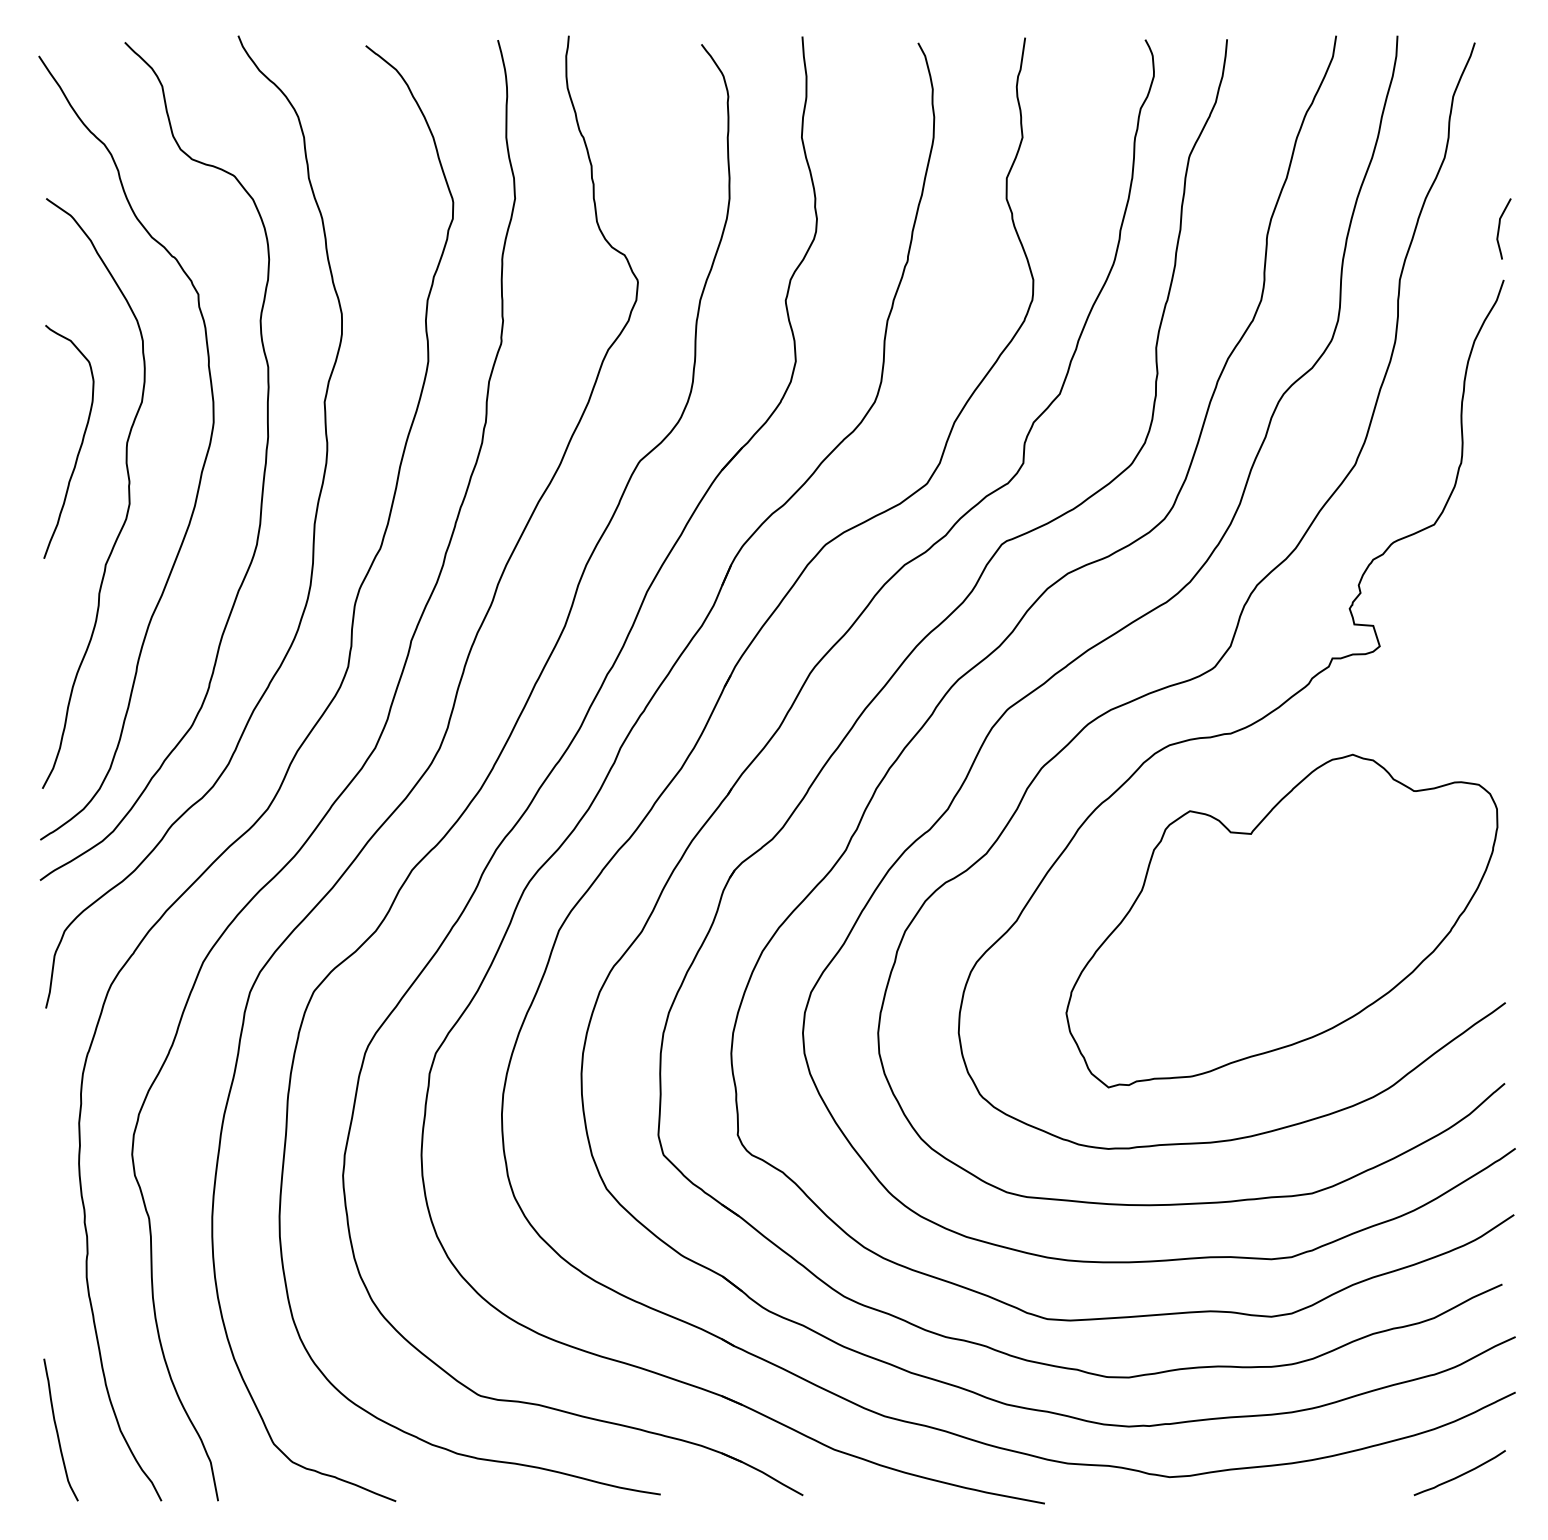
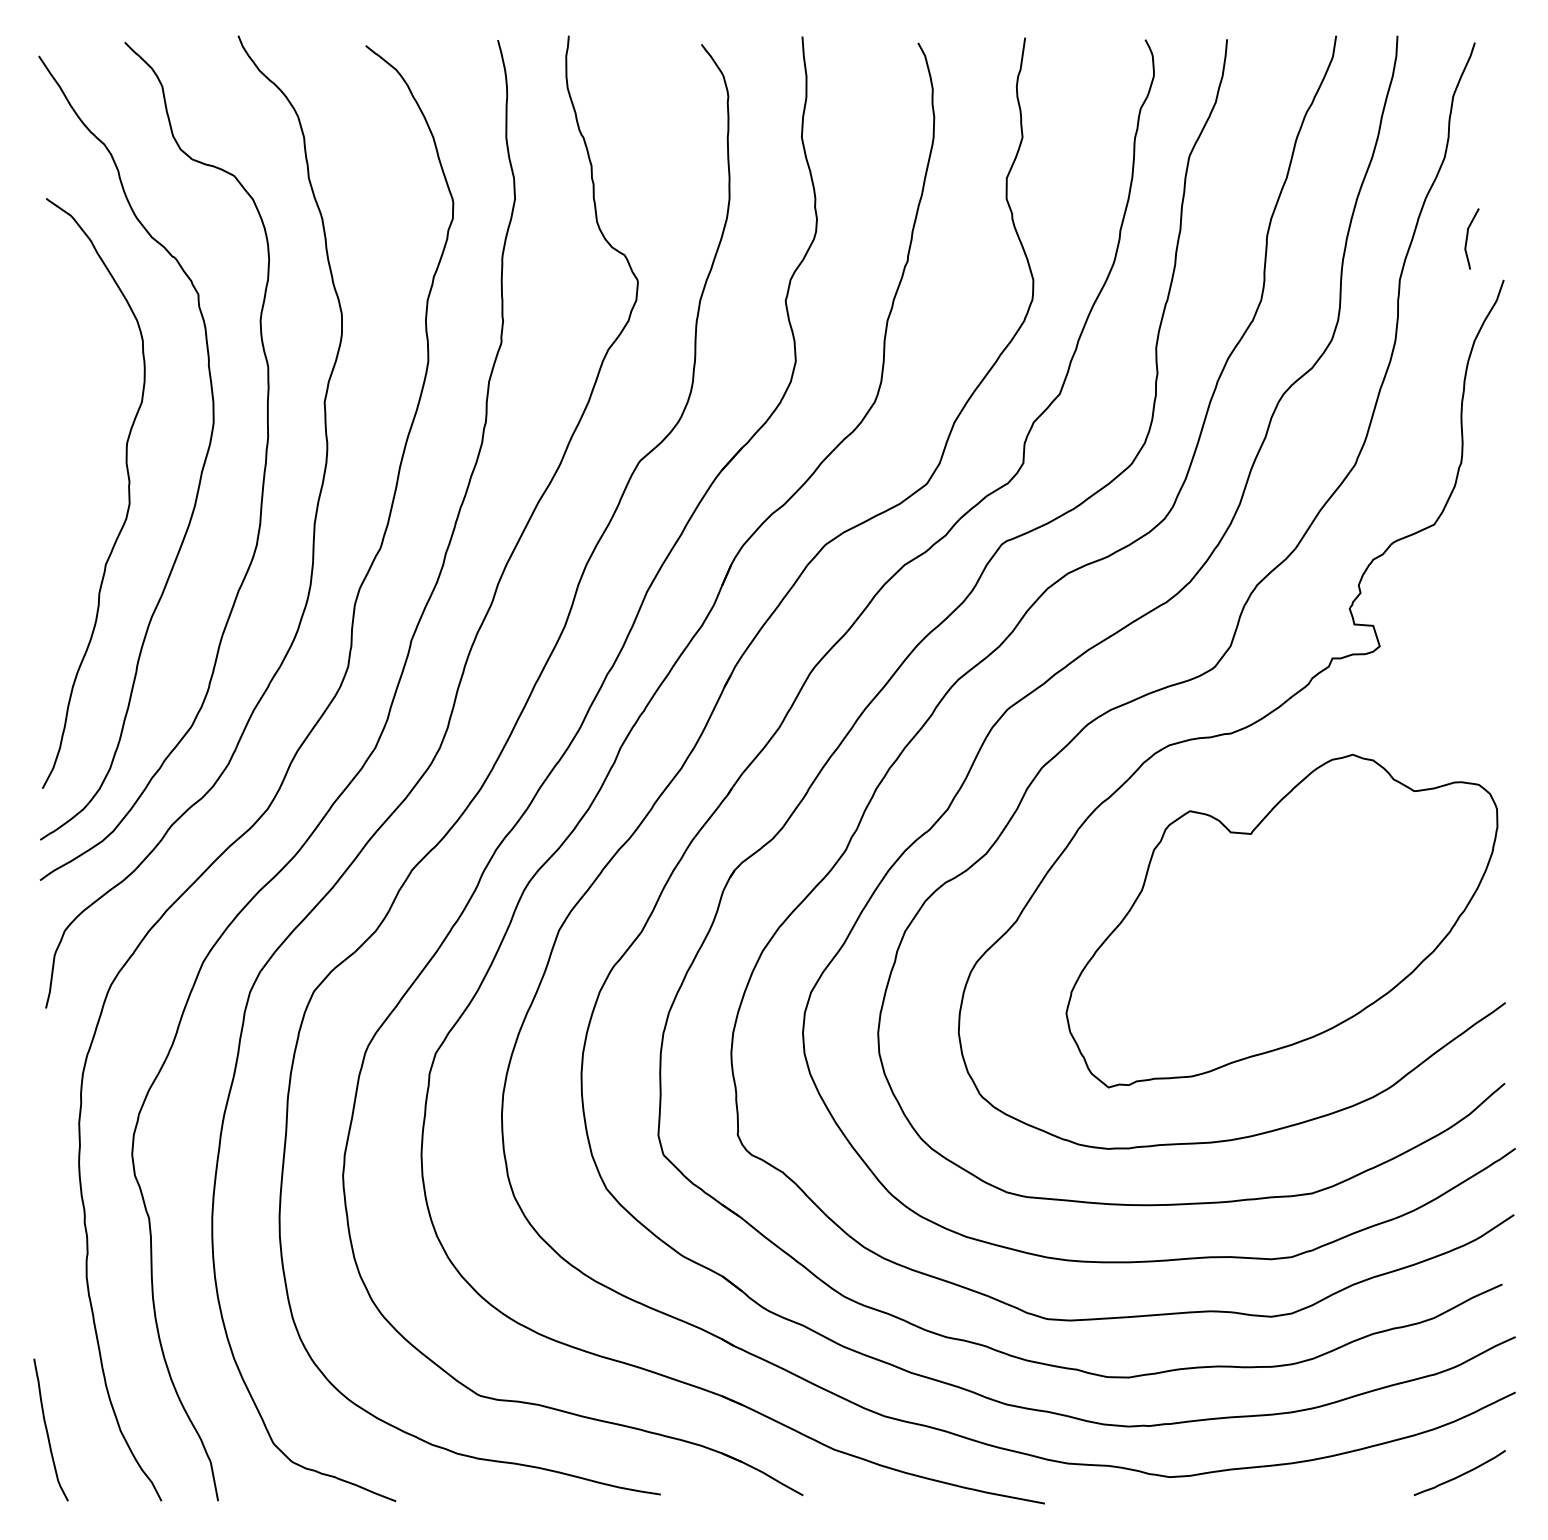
curve at (1499, 228) position: (1499, 228) -> (1467, 238)
curve at (80, 444): present -> none
curve at (57, 1429) position: (57, 1429) -> (47, 1429)
